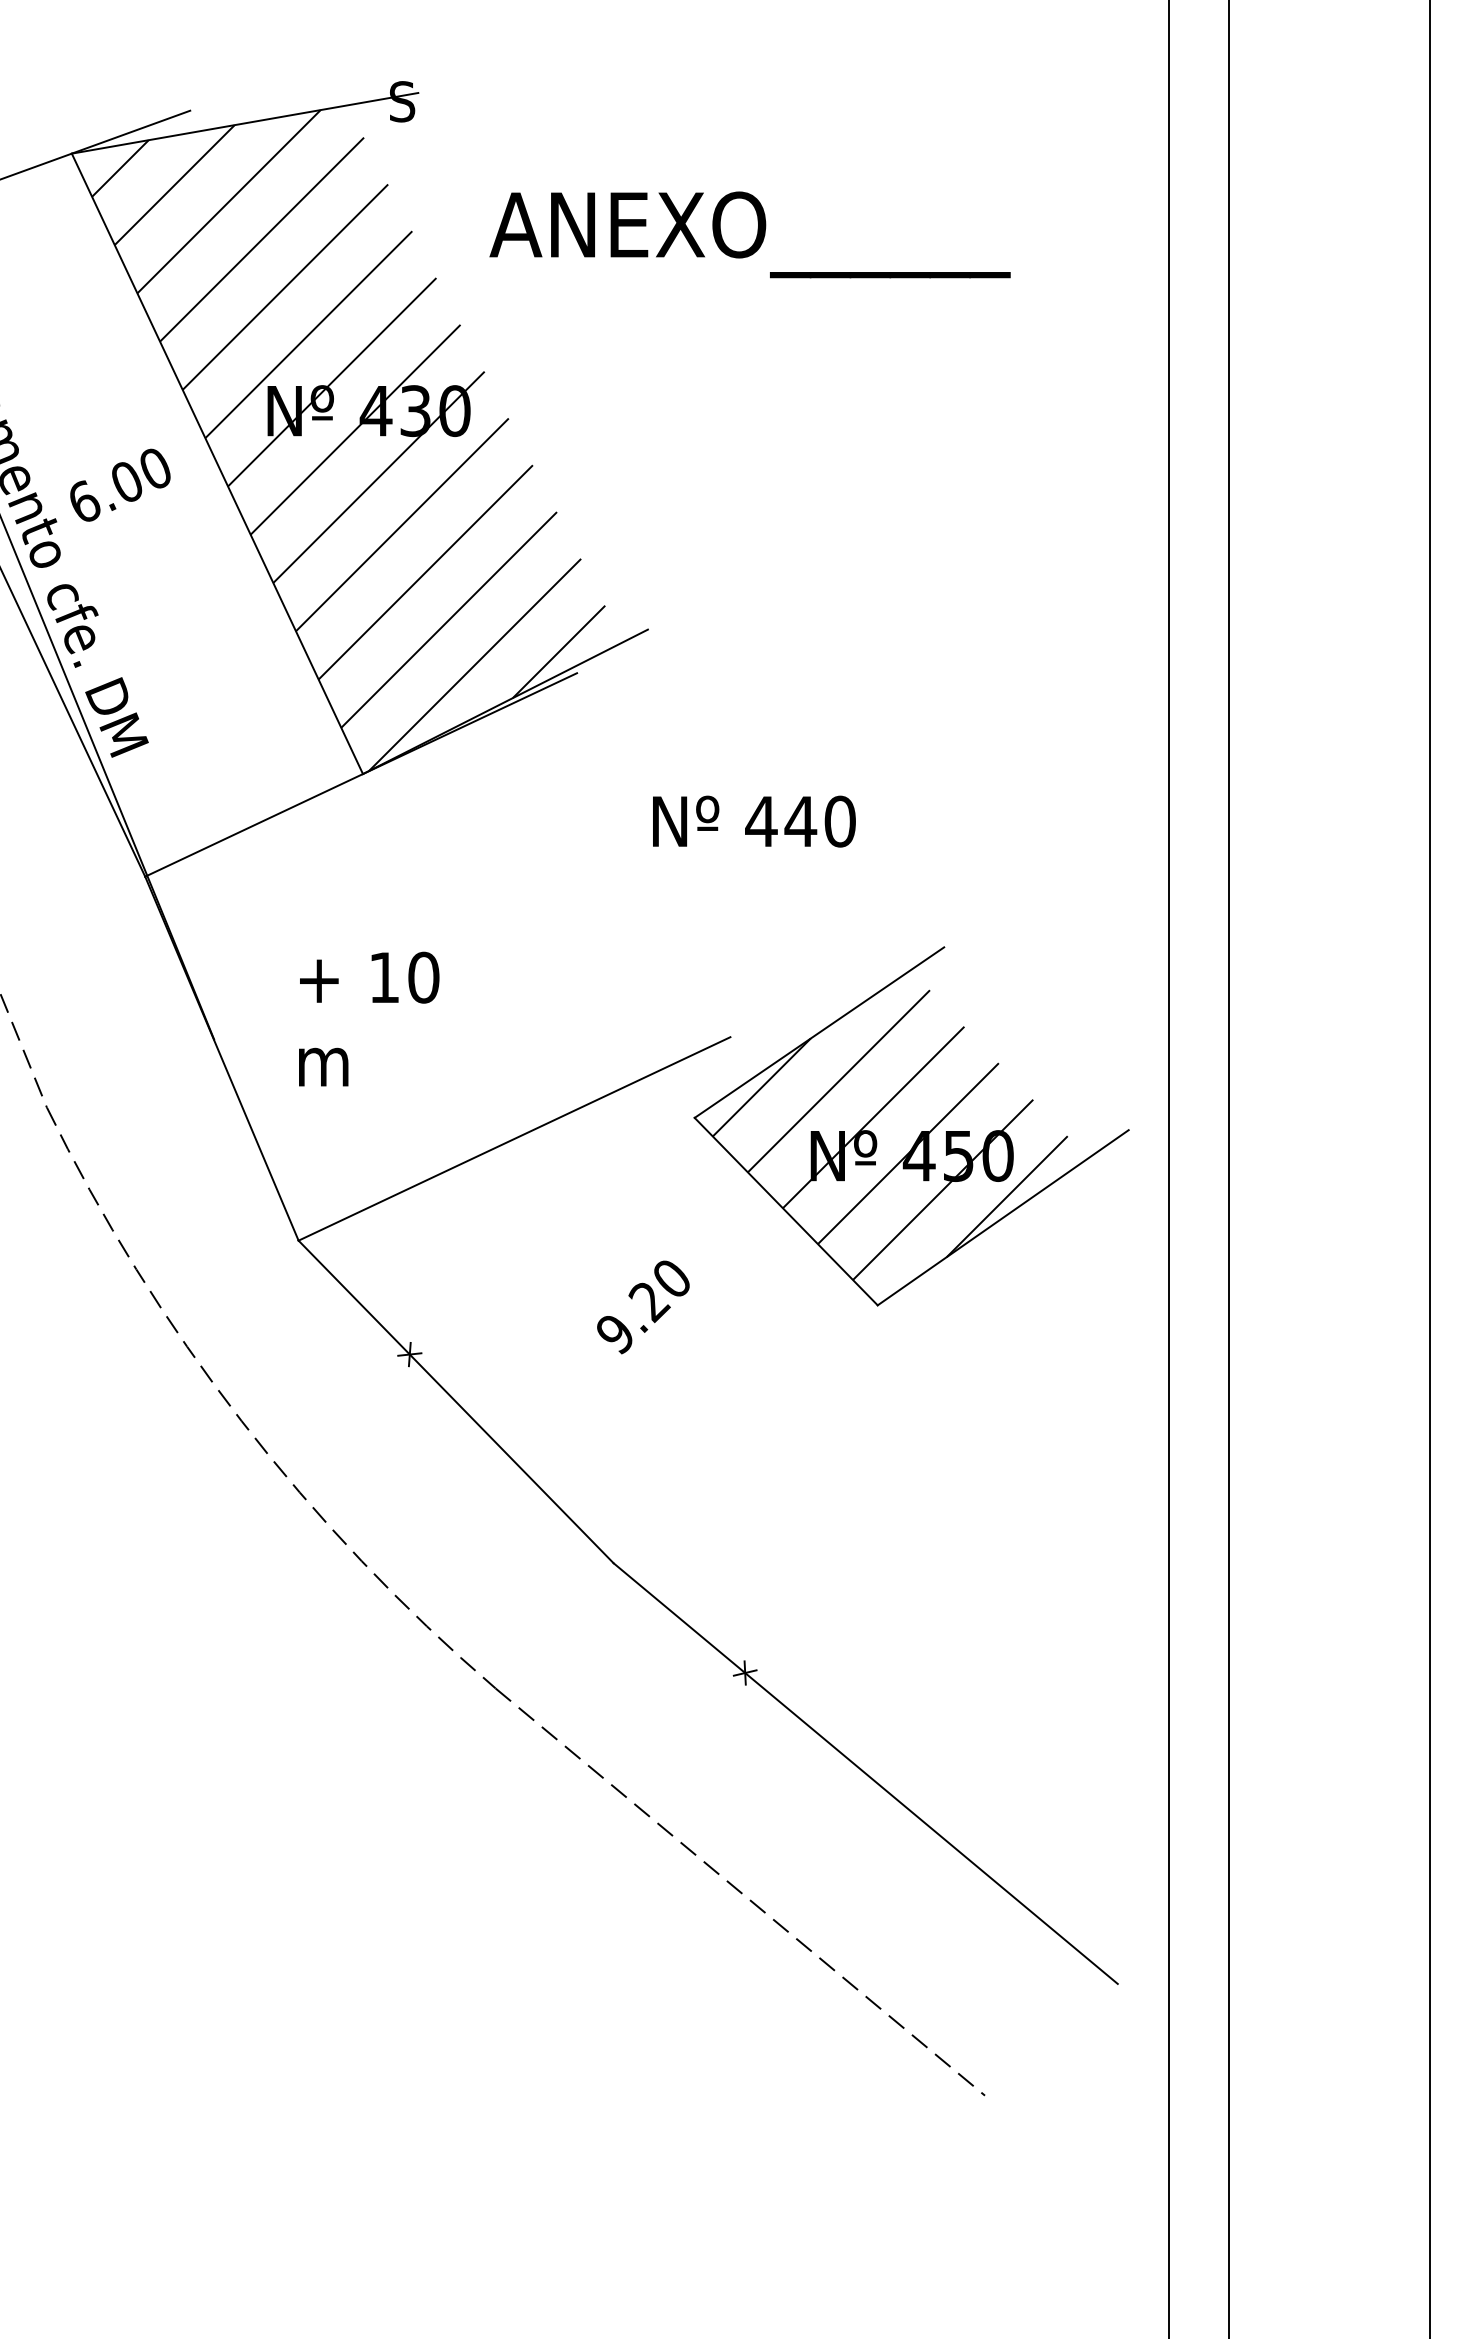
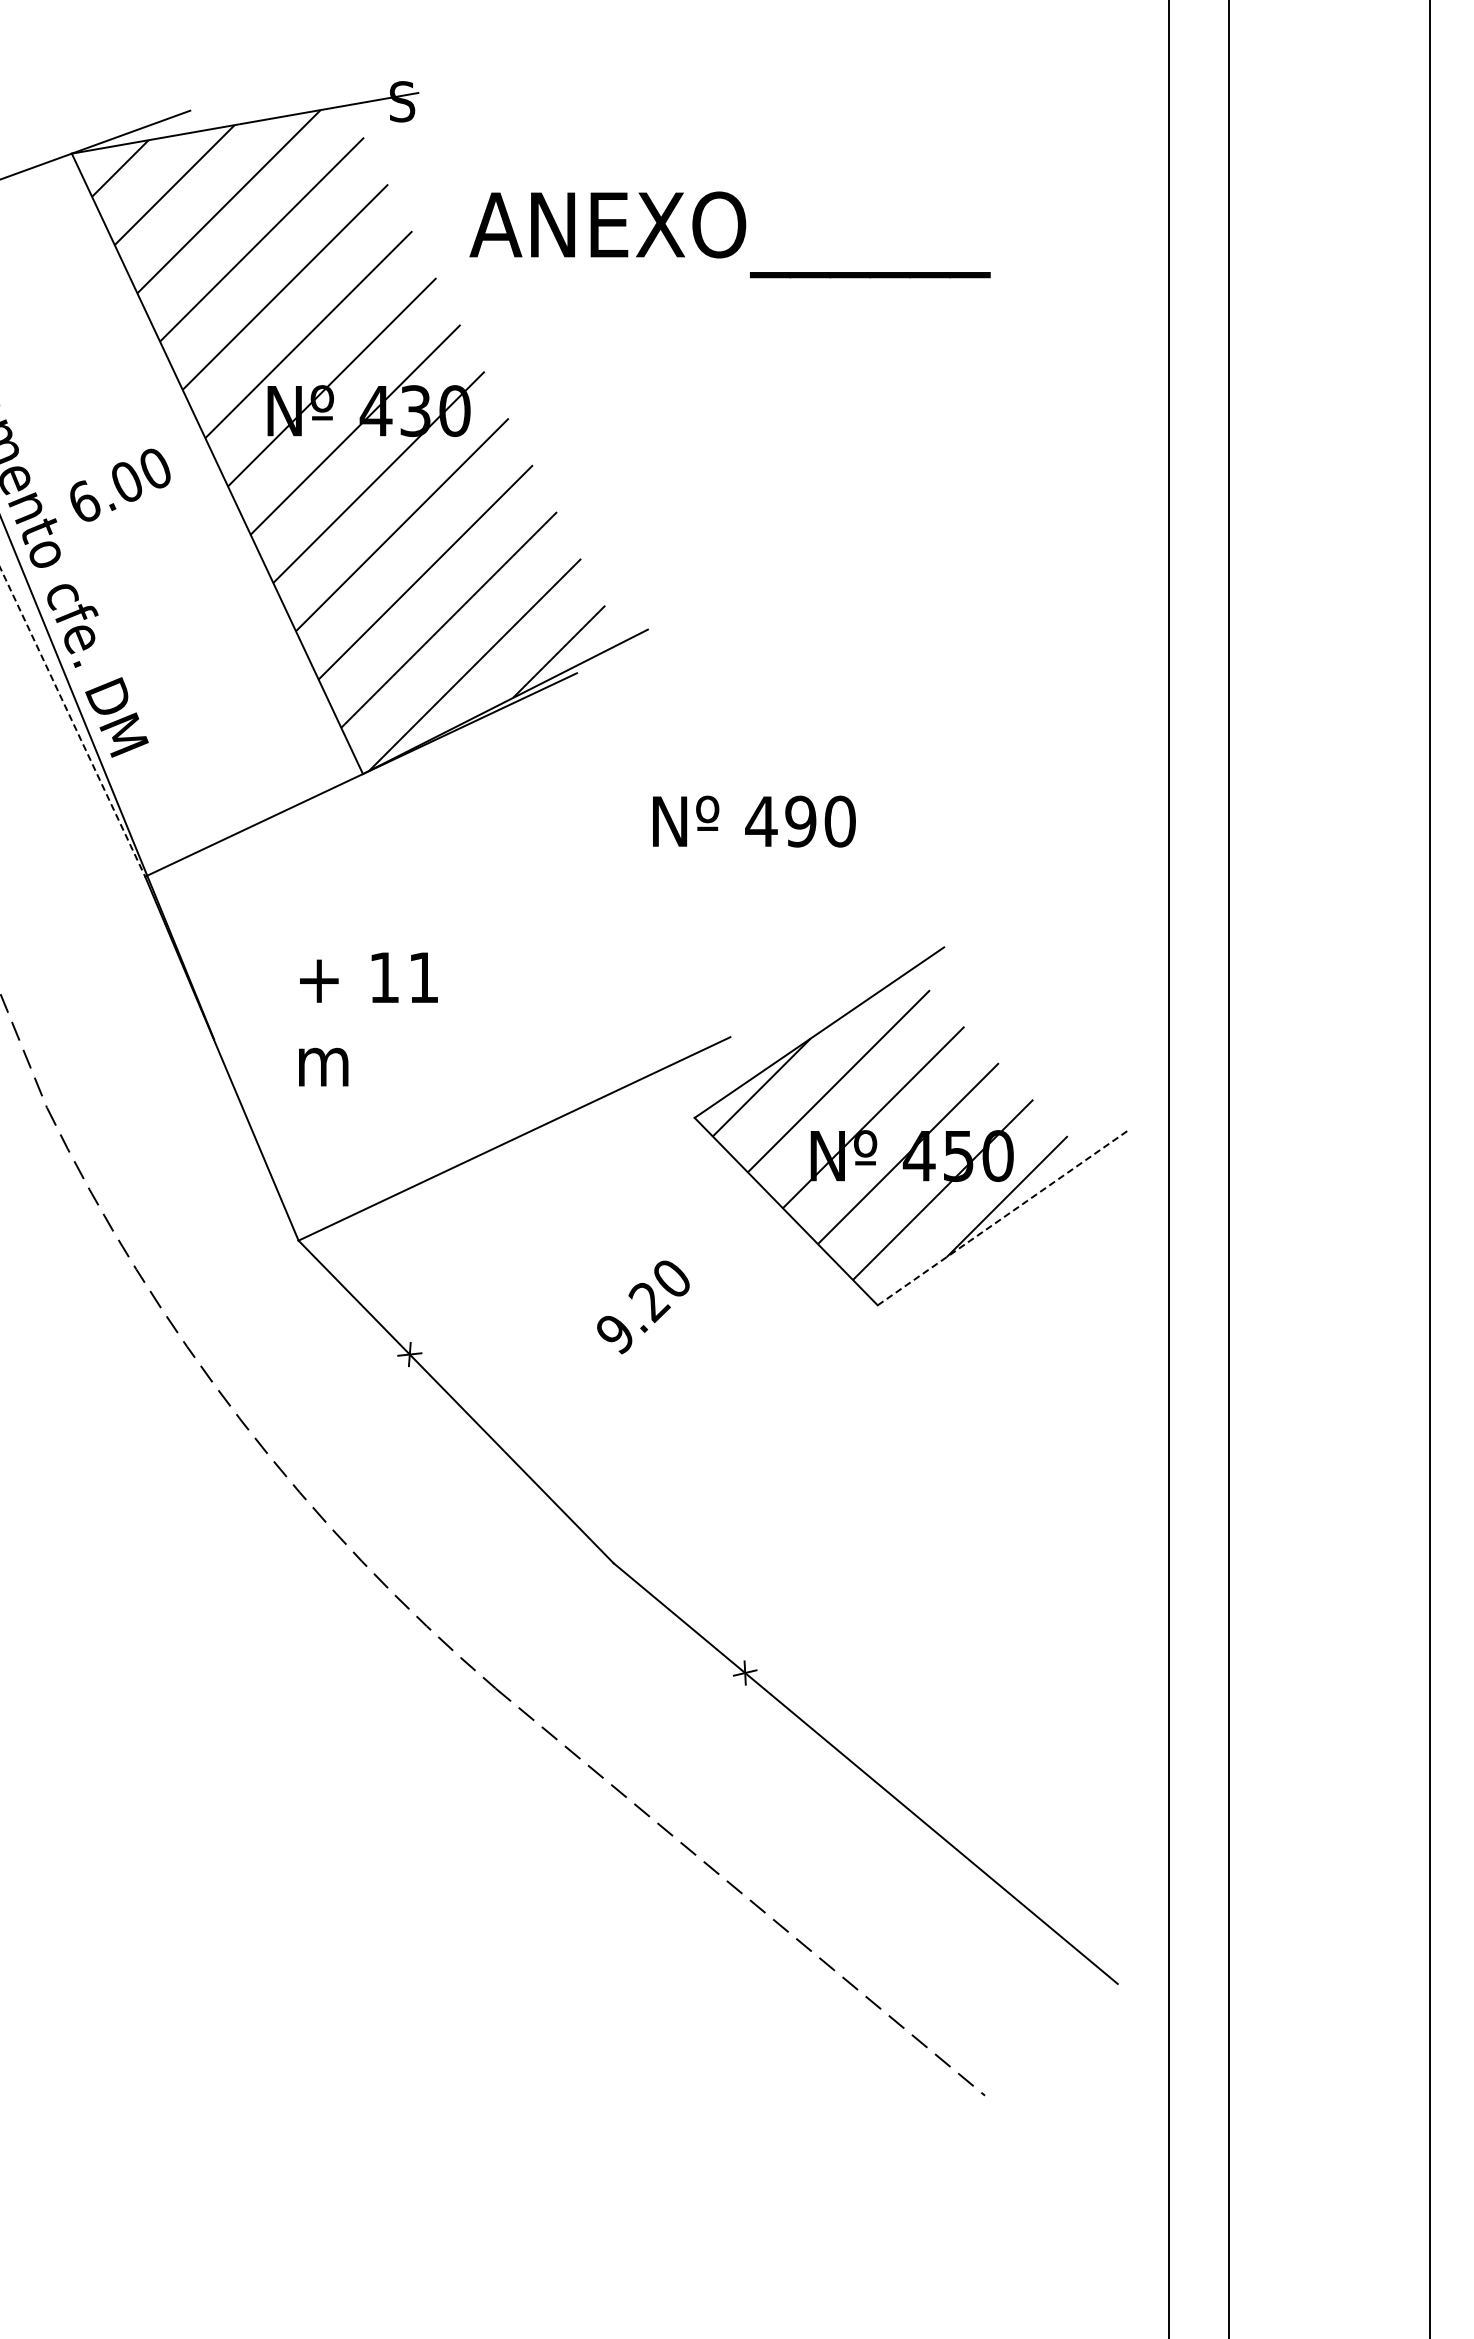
text at (749, 234) position: (749, 234) -> (729, 234)
line at (73, 722): solid -> dashed
text at (800, 821): 440 -> 490
text at (423, 977): 10 -> 11
line at (1003, 1217): solid -> dashed
